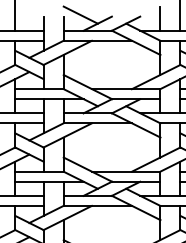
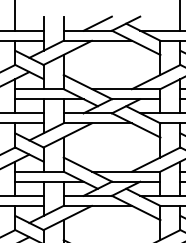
line at (80, 14): present -> none
line at (160, 18): present -> none
